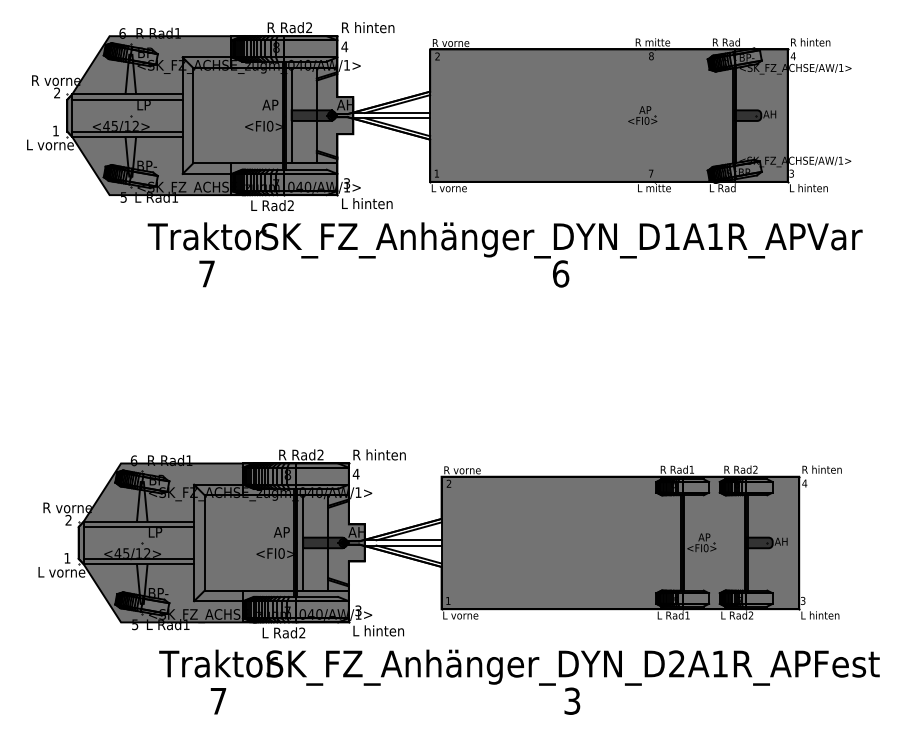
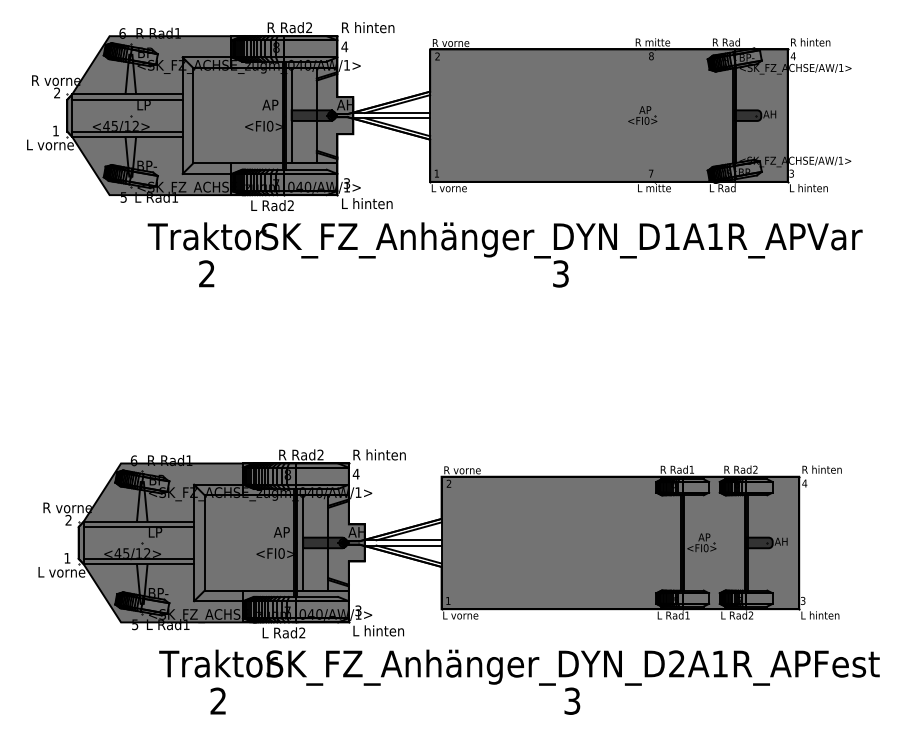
text at (206, 273): 7 -> 2
text at (561, 273): 6 -> 3
text at (218, 700): 7 -> 2
